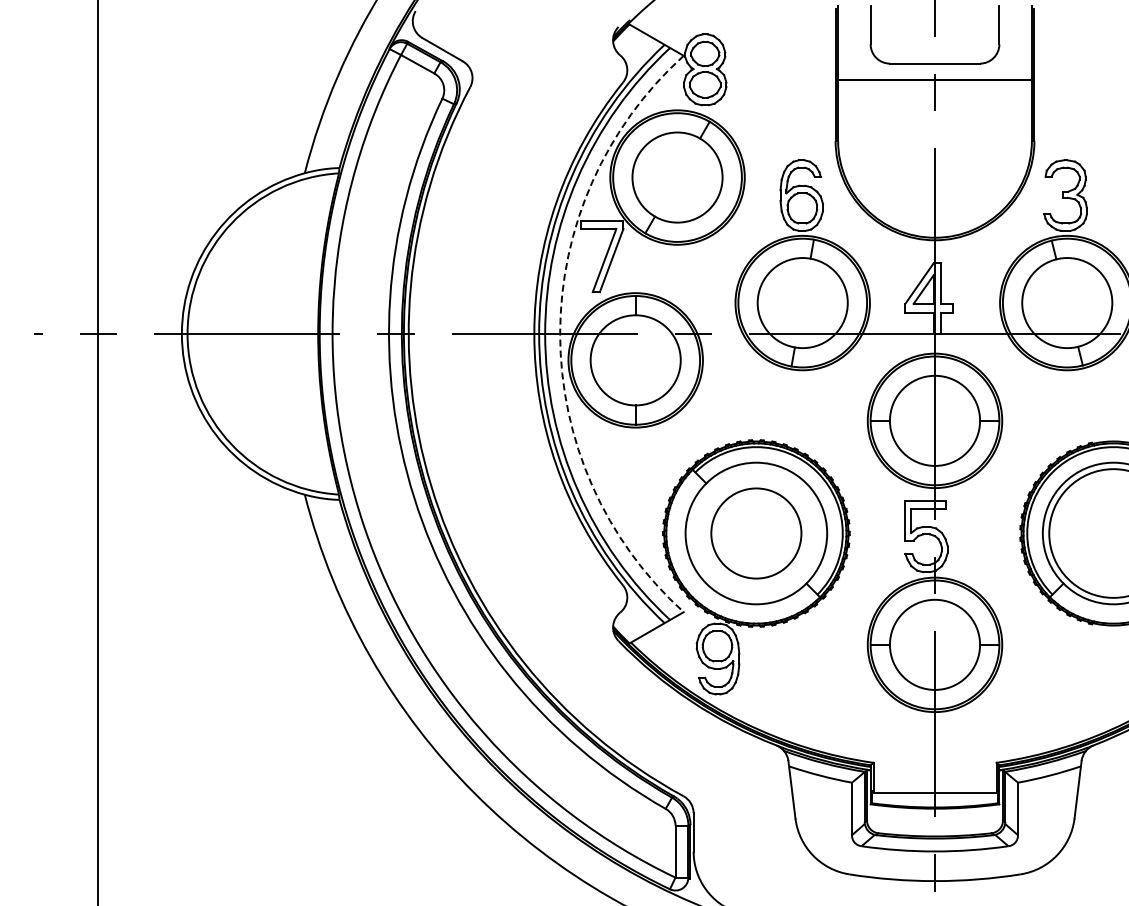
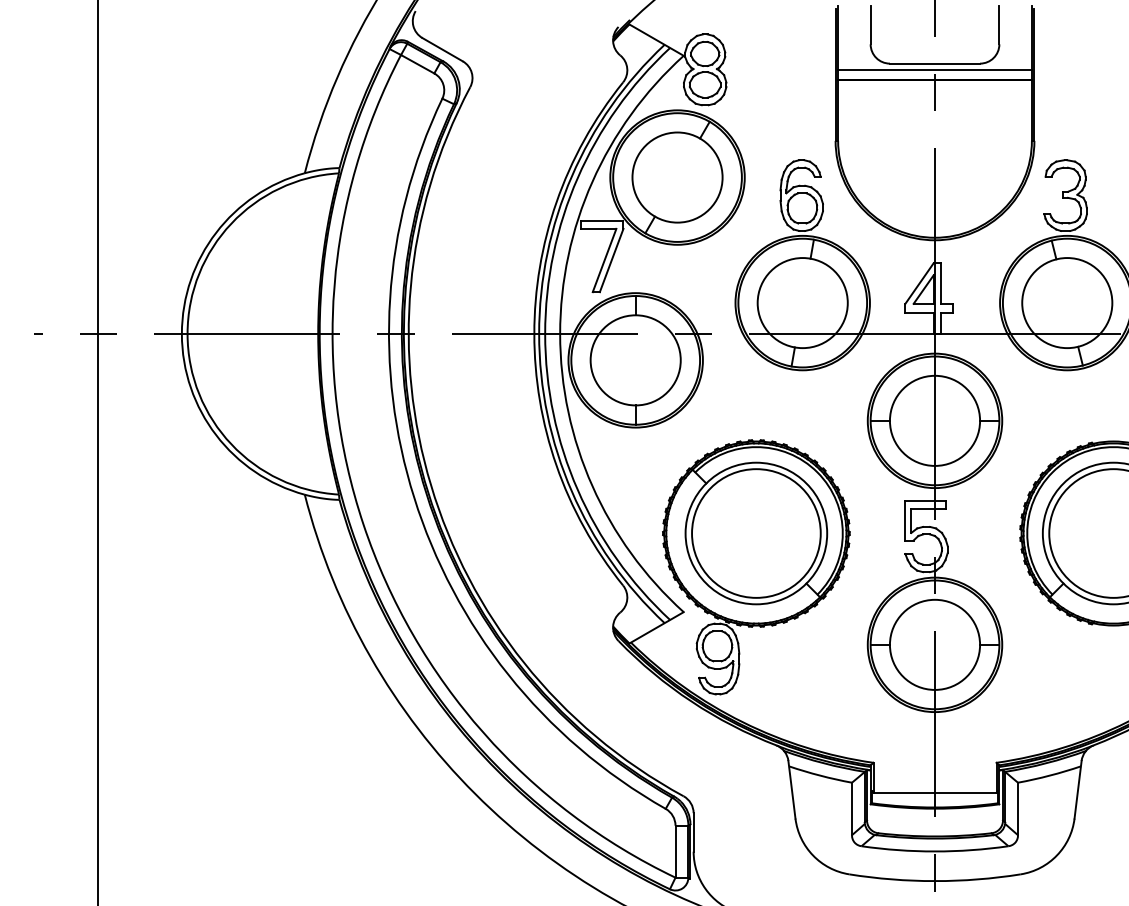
line at (934, 70): none -> present
arc at (560, 333): dashed -> solid
circle at (756, 533) diameter: 90 px -> 129 px
